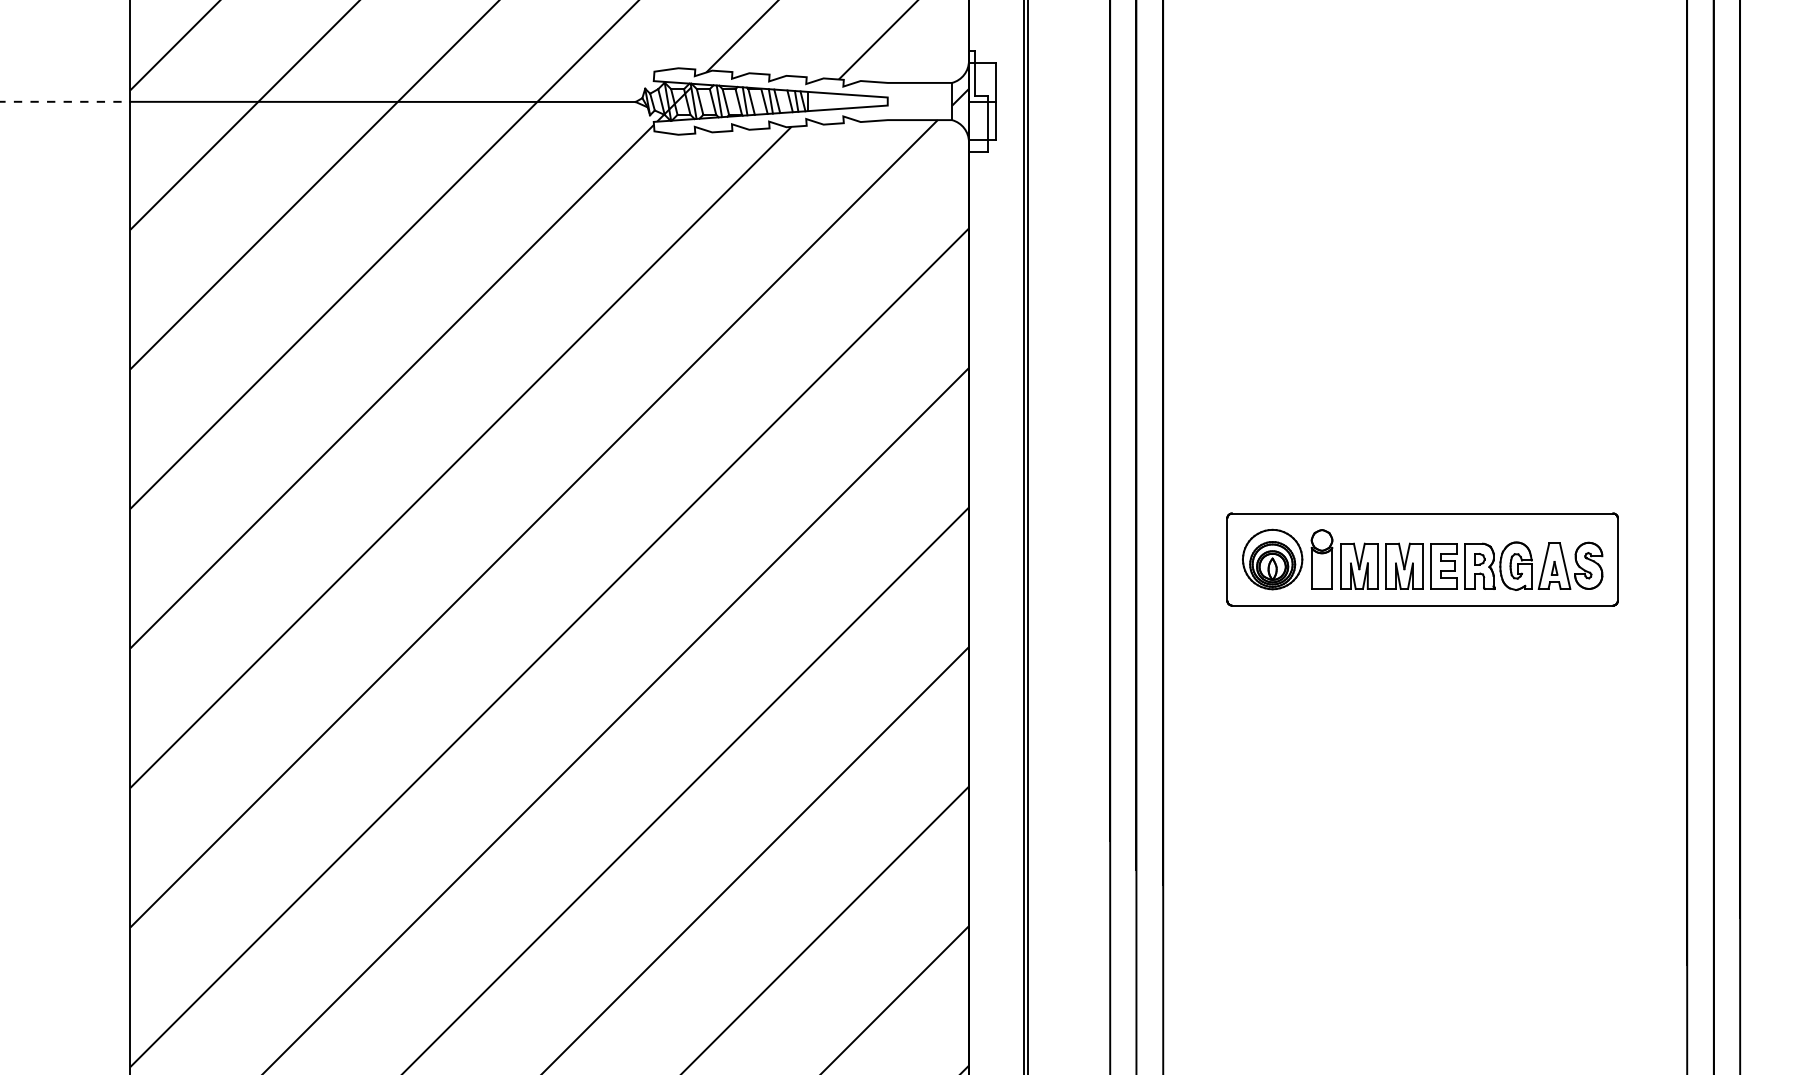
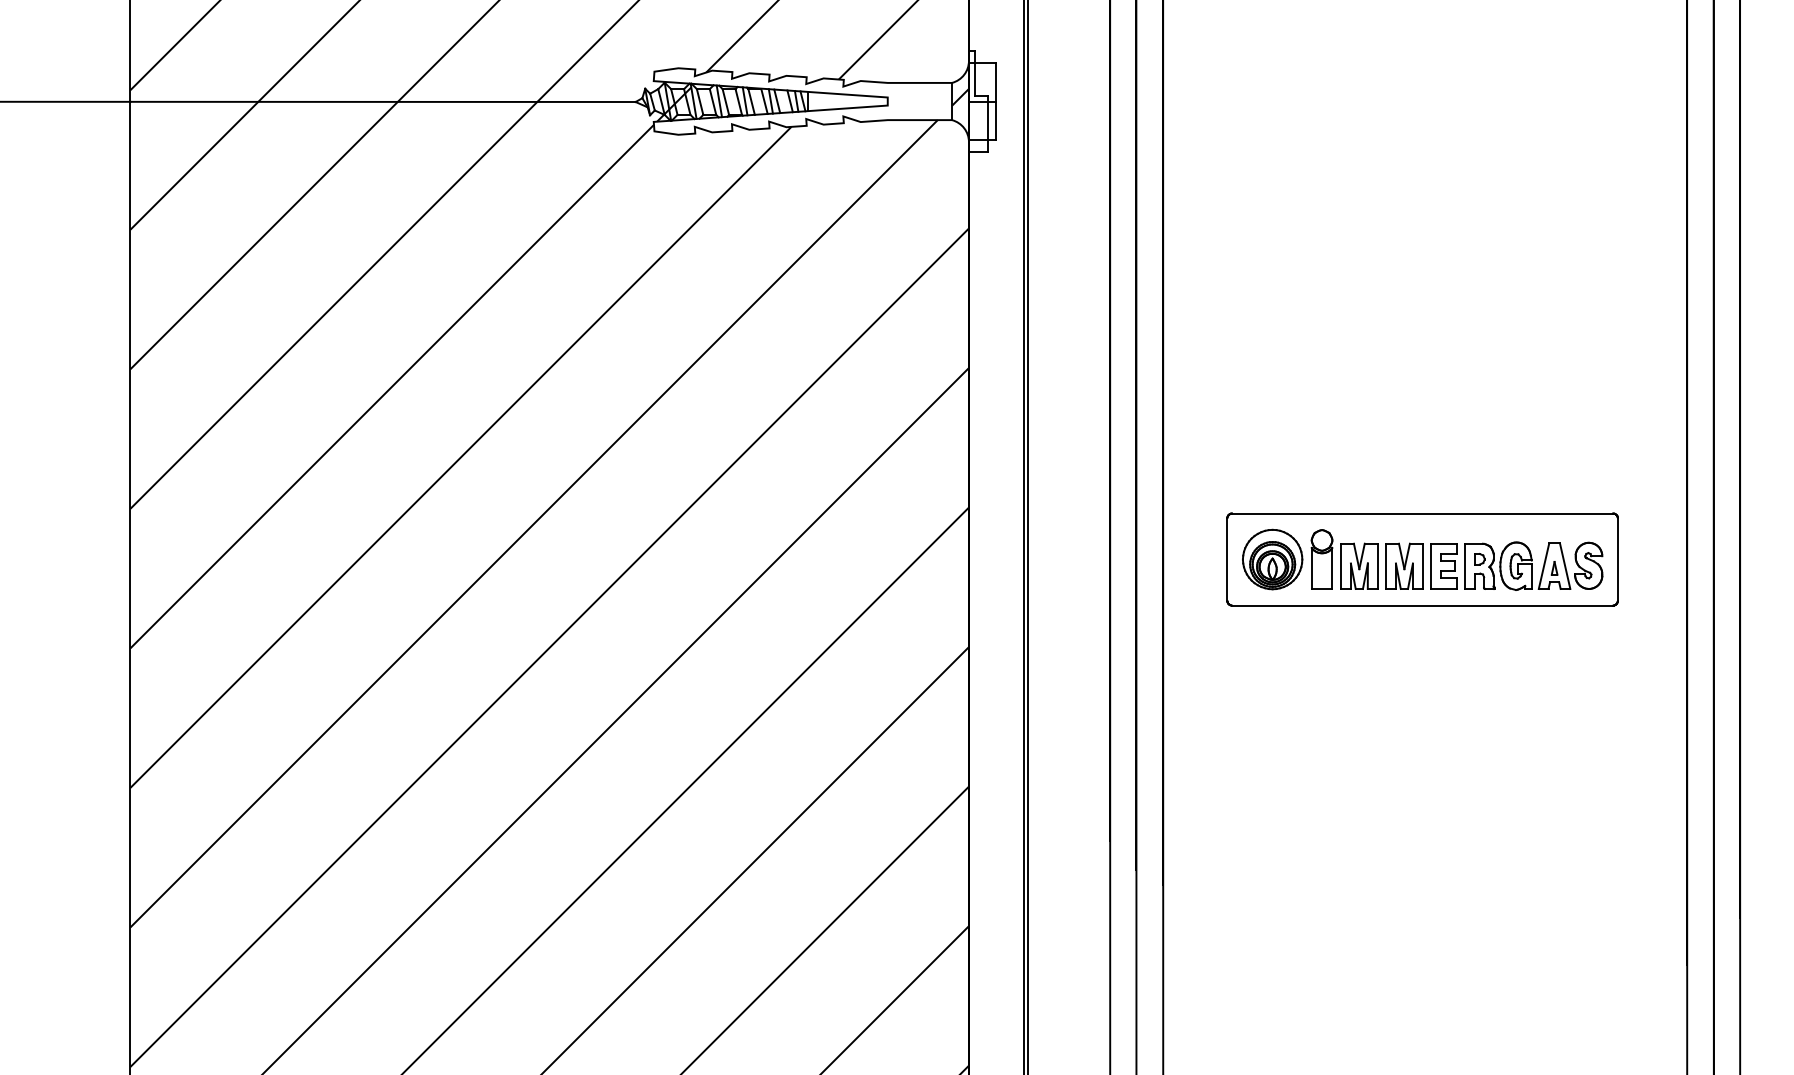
line at (65, 101): dashed -> solid
